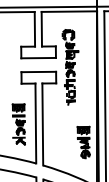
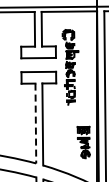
line at (35, 123): solid -> dashed
part at (18, 124): present -> none
